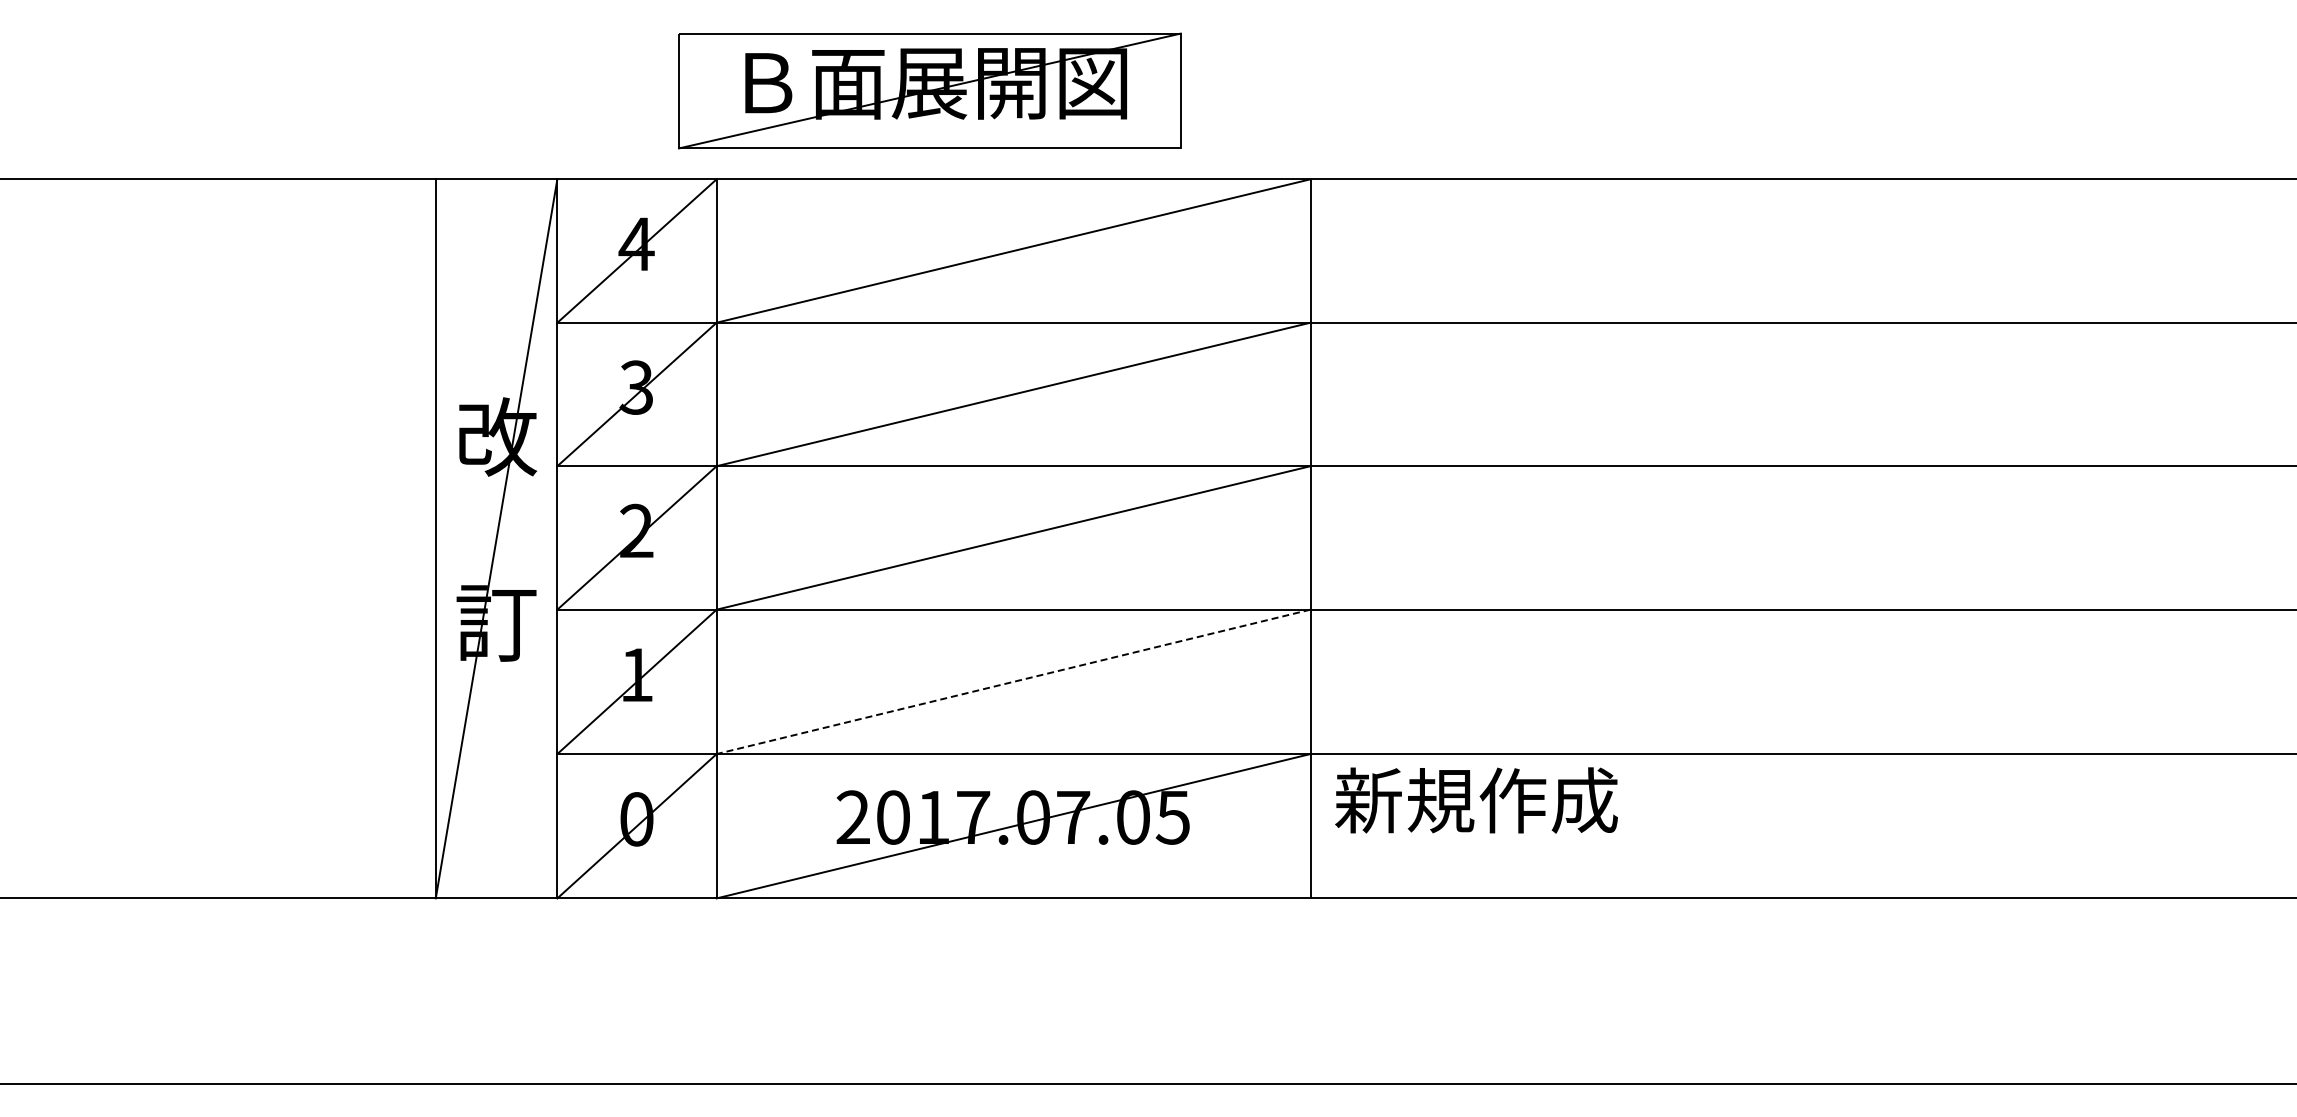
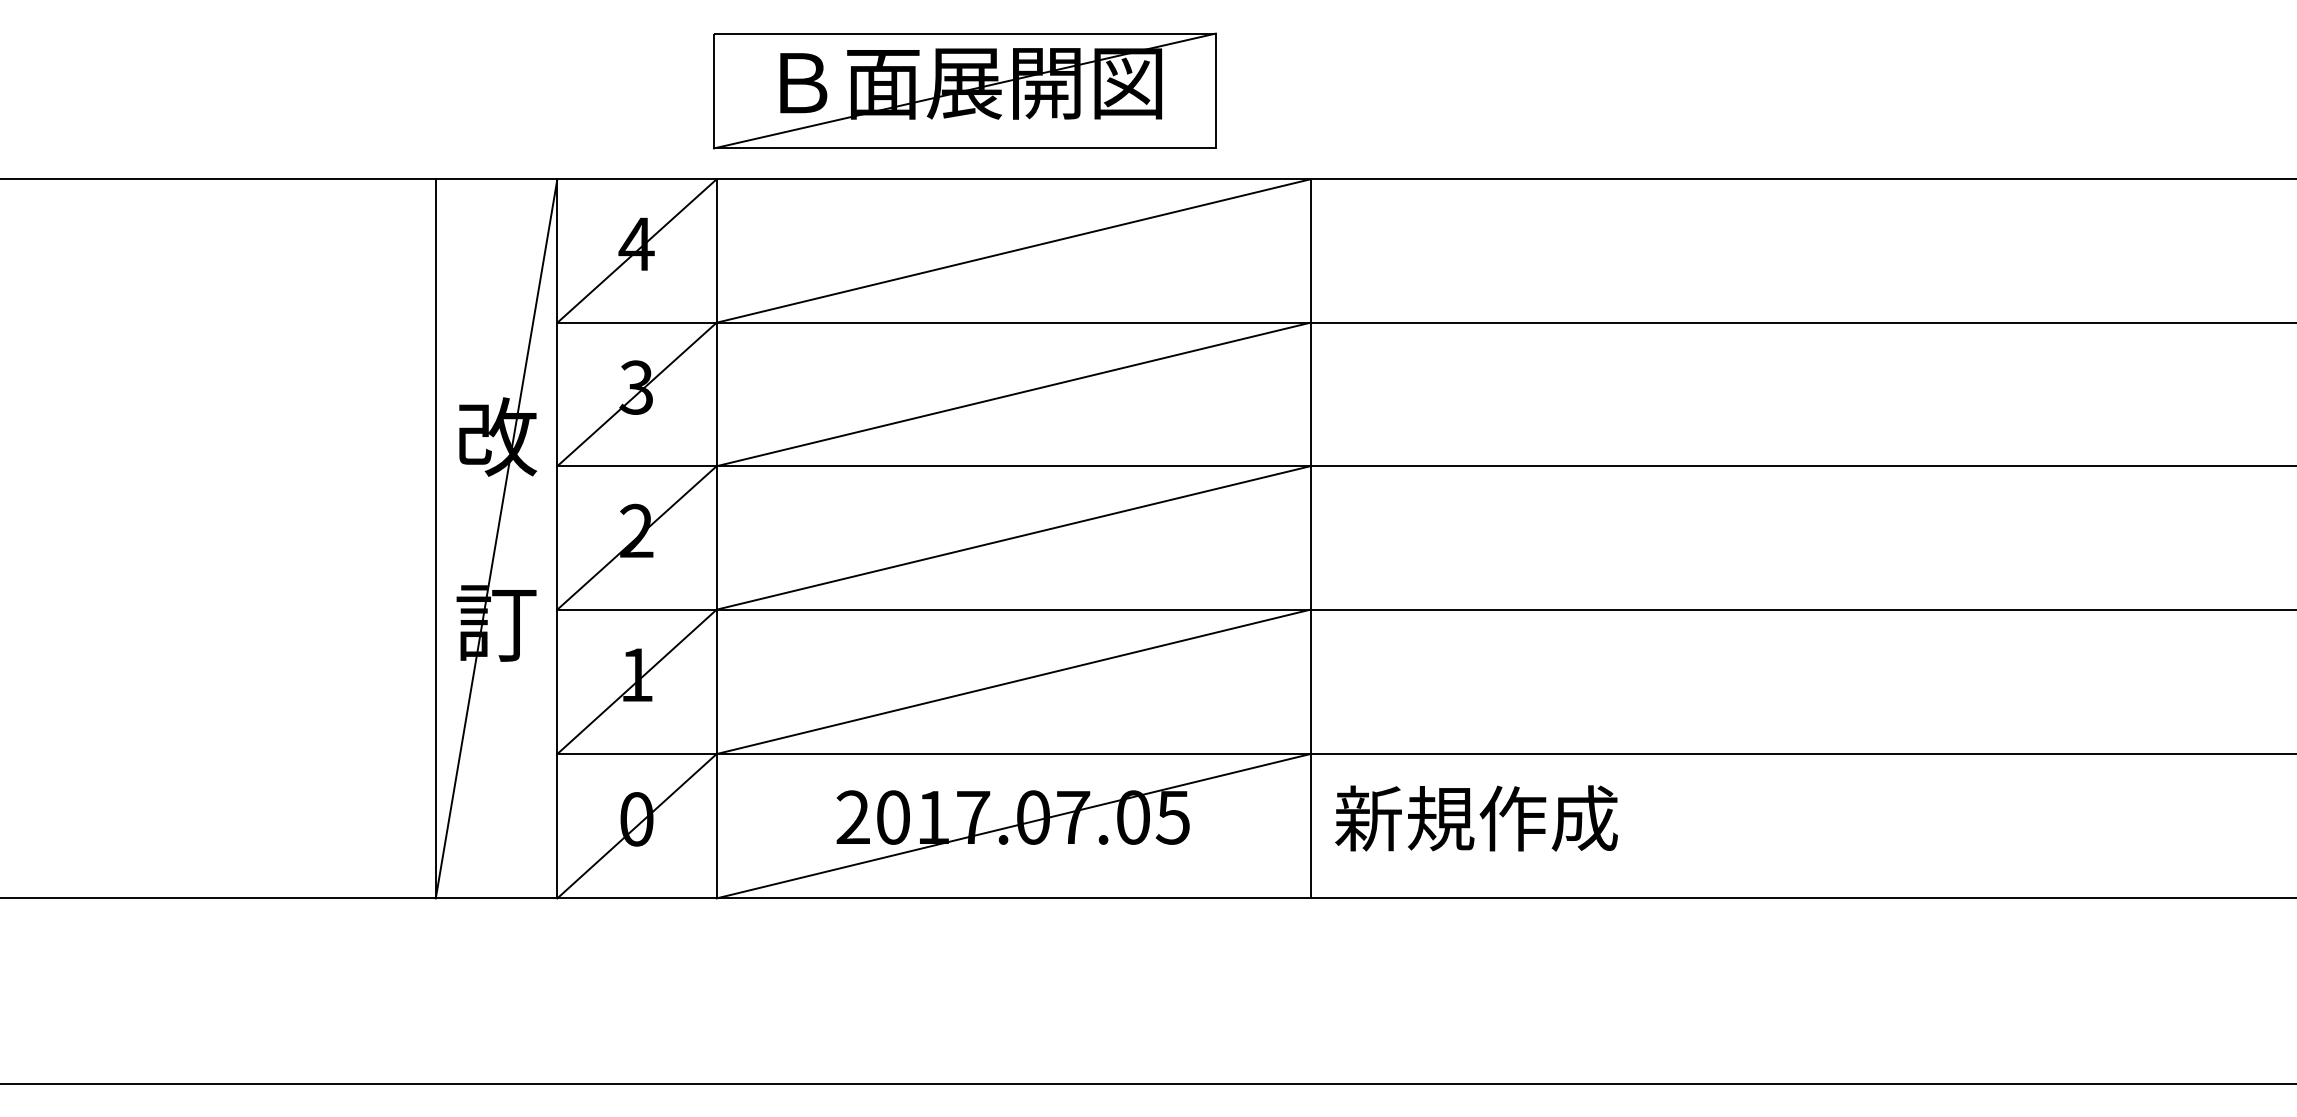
part at (929, 90) position: (929, 90) -> (964, 90)
line at (1013, 681): dashed -> solid
text at (1476, 800) position: (1476, 800) -> (1476, 818)
